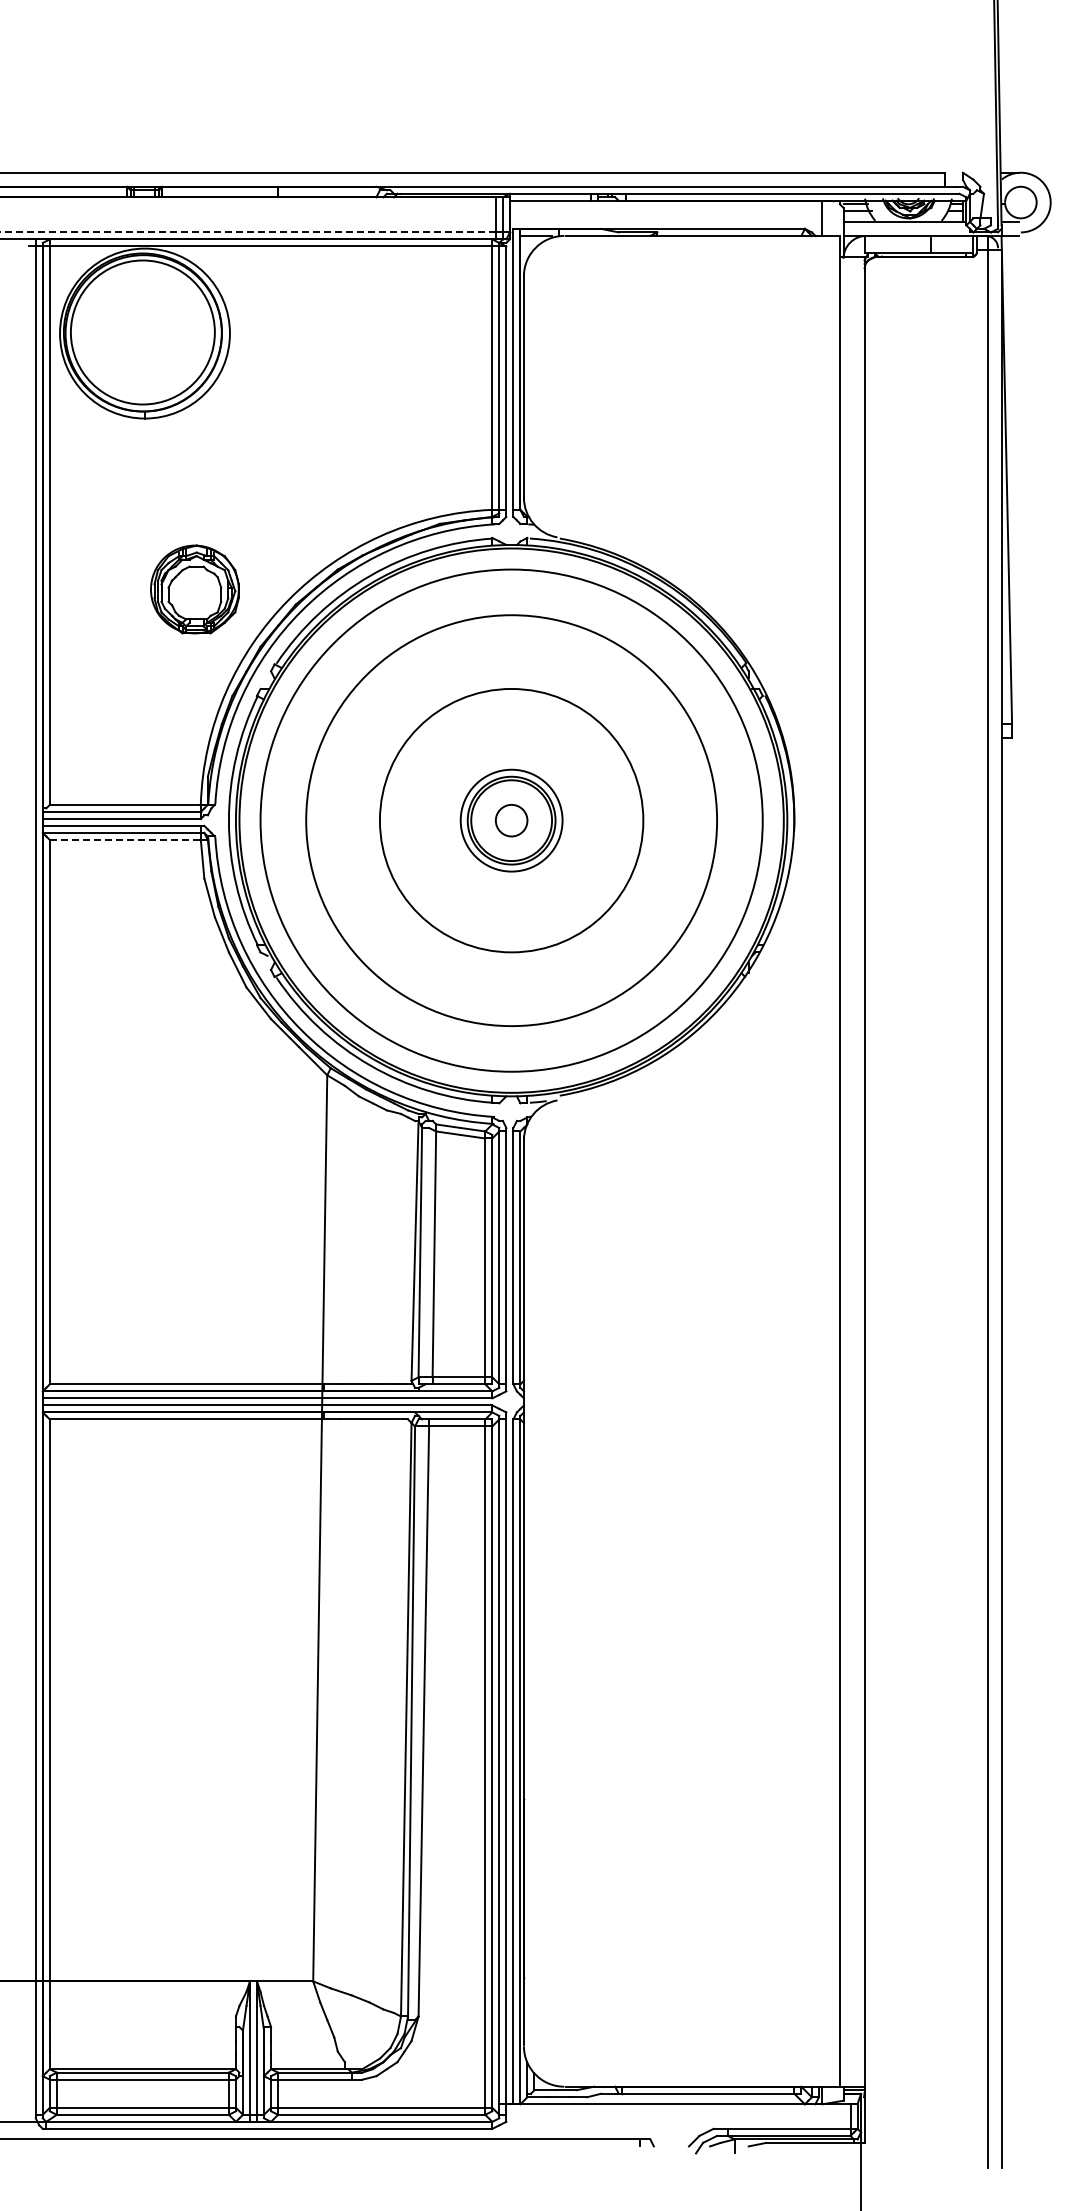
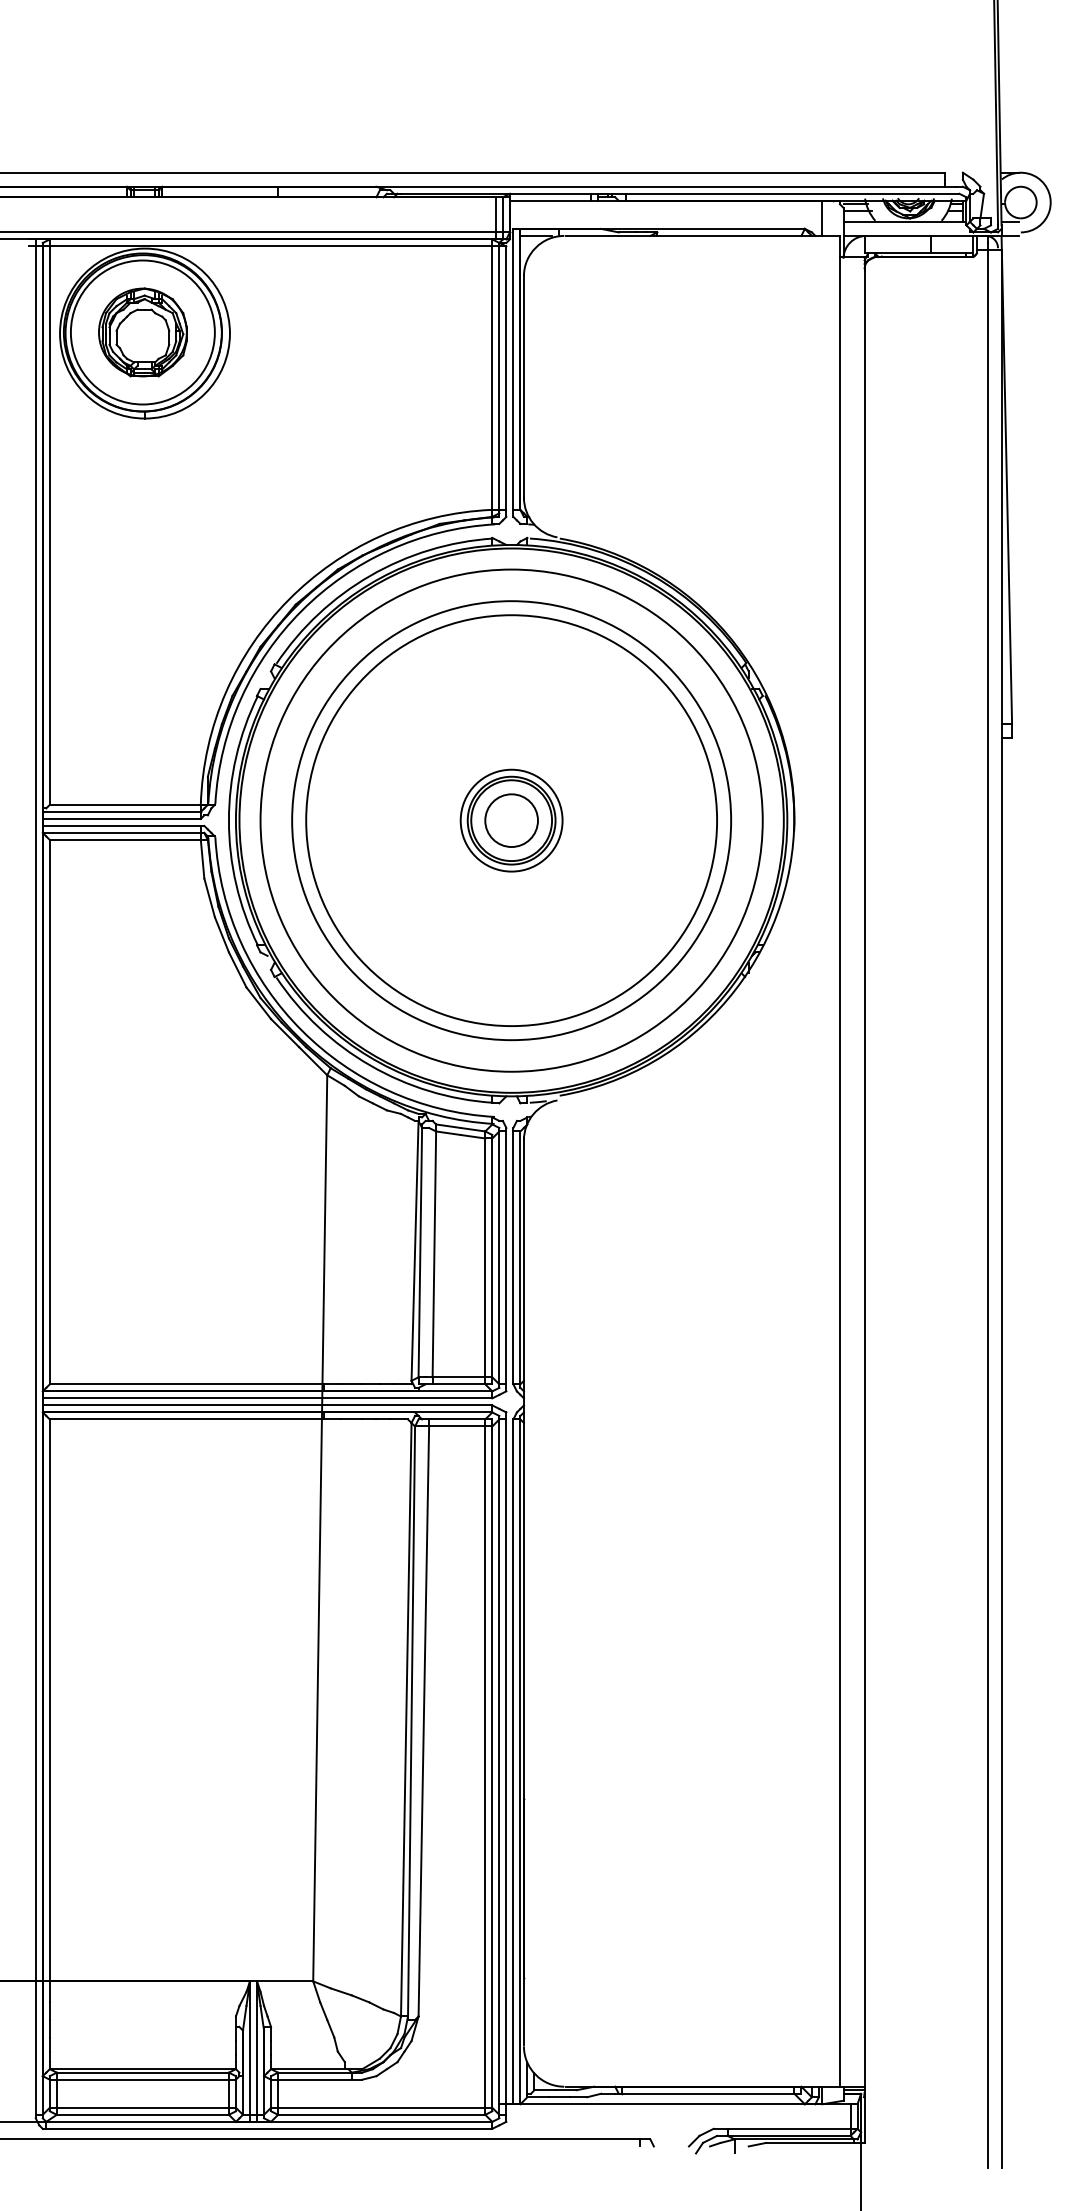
line at (247, 232): dashed -> solid
part at (194, 589) position: (194, 589) -> (142, 332)
circle at (511, 820) diameter: 263 px -> 439 px
circle at (511, 820) diameter: 32 px -> 53 px
line at (125, 839): dashed -> solid
